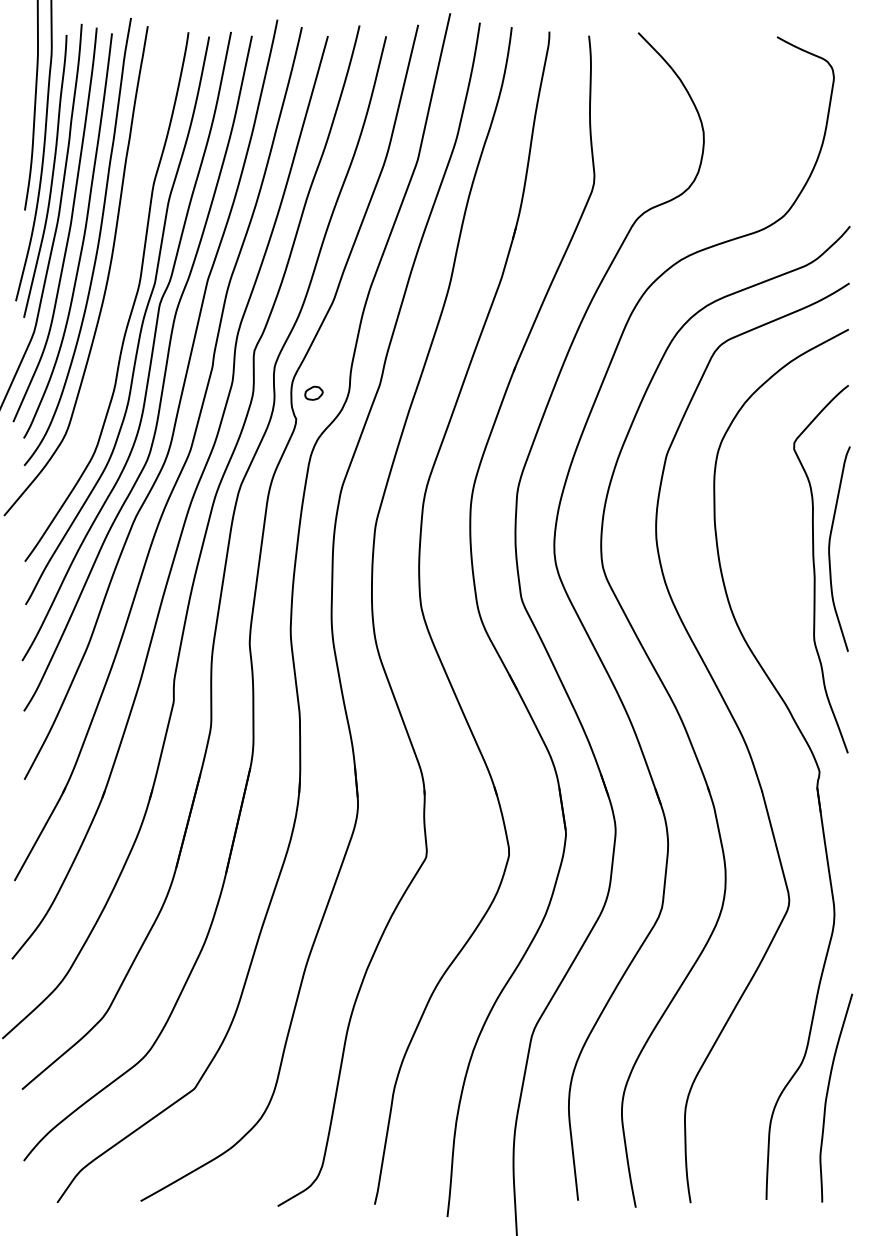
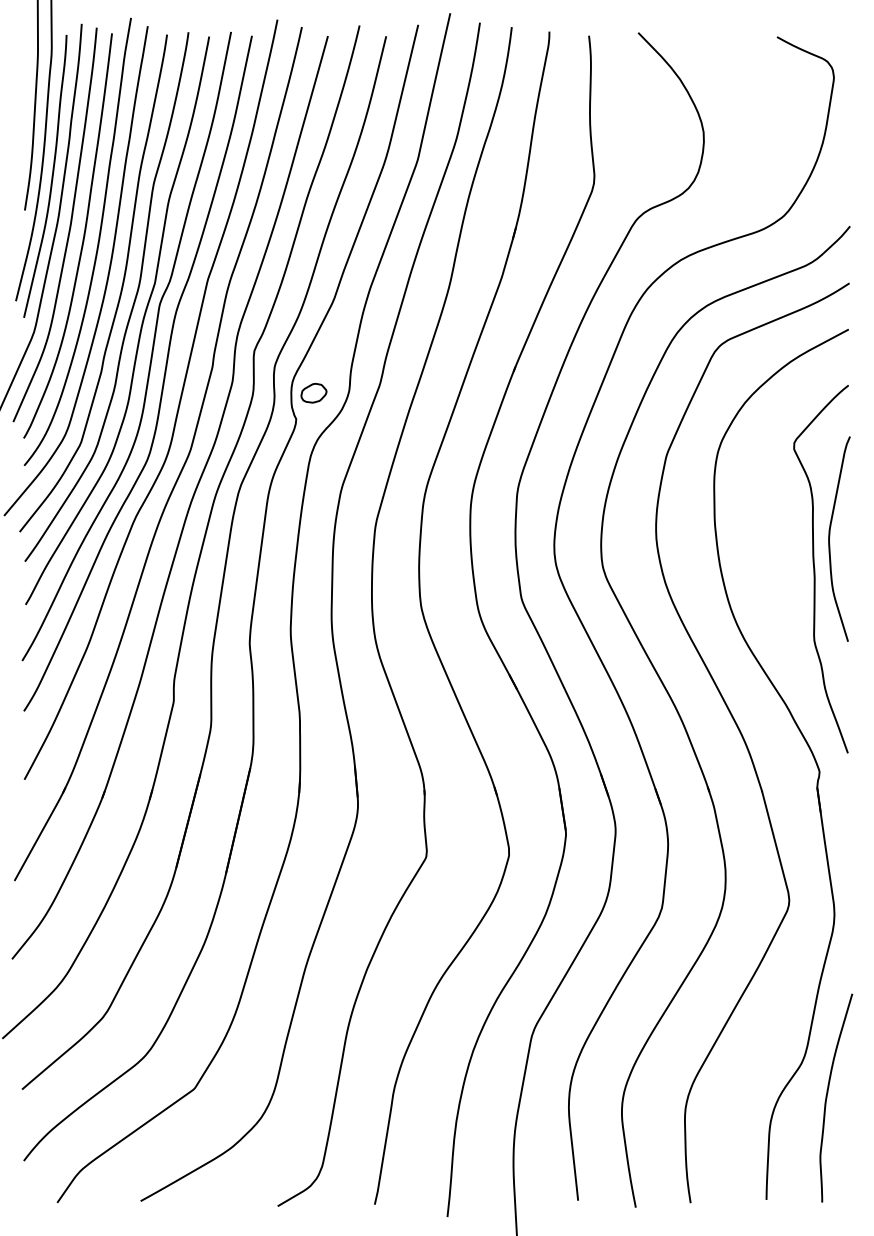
curve at (120, 290): none -> present
part at (313, 392) size: 20x16 px -> 28x21 px
curve at (830, 546) position: (830, 546) -> (830, 536)
